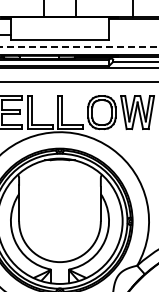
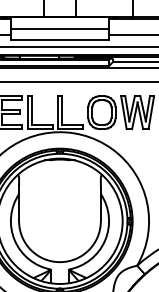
line at (59, 28): none -> present
line at (132, 35): none -> present
line at (79, 47): dashed -> solid
